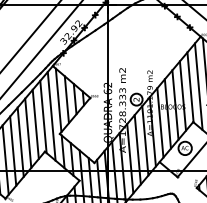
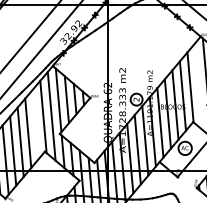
line at (198, 86): present -> none
line at (35, 123): present -> none
